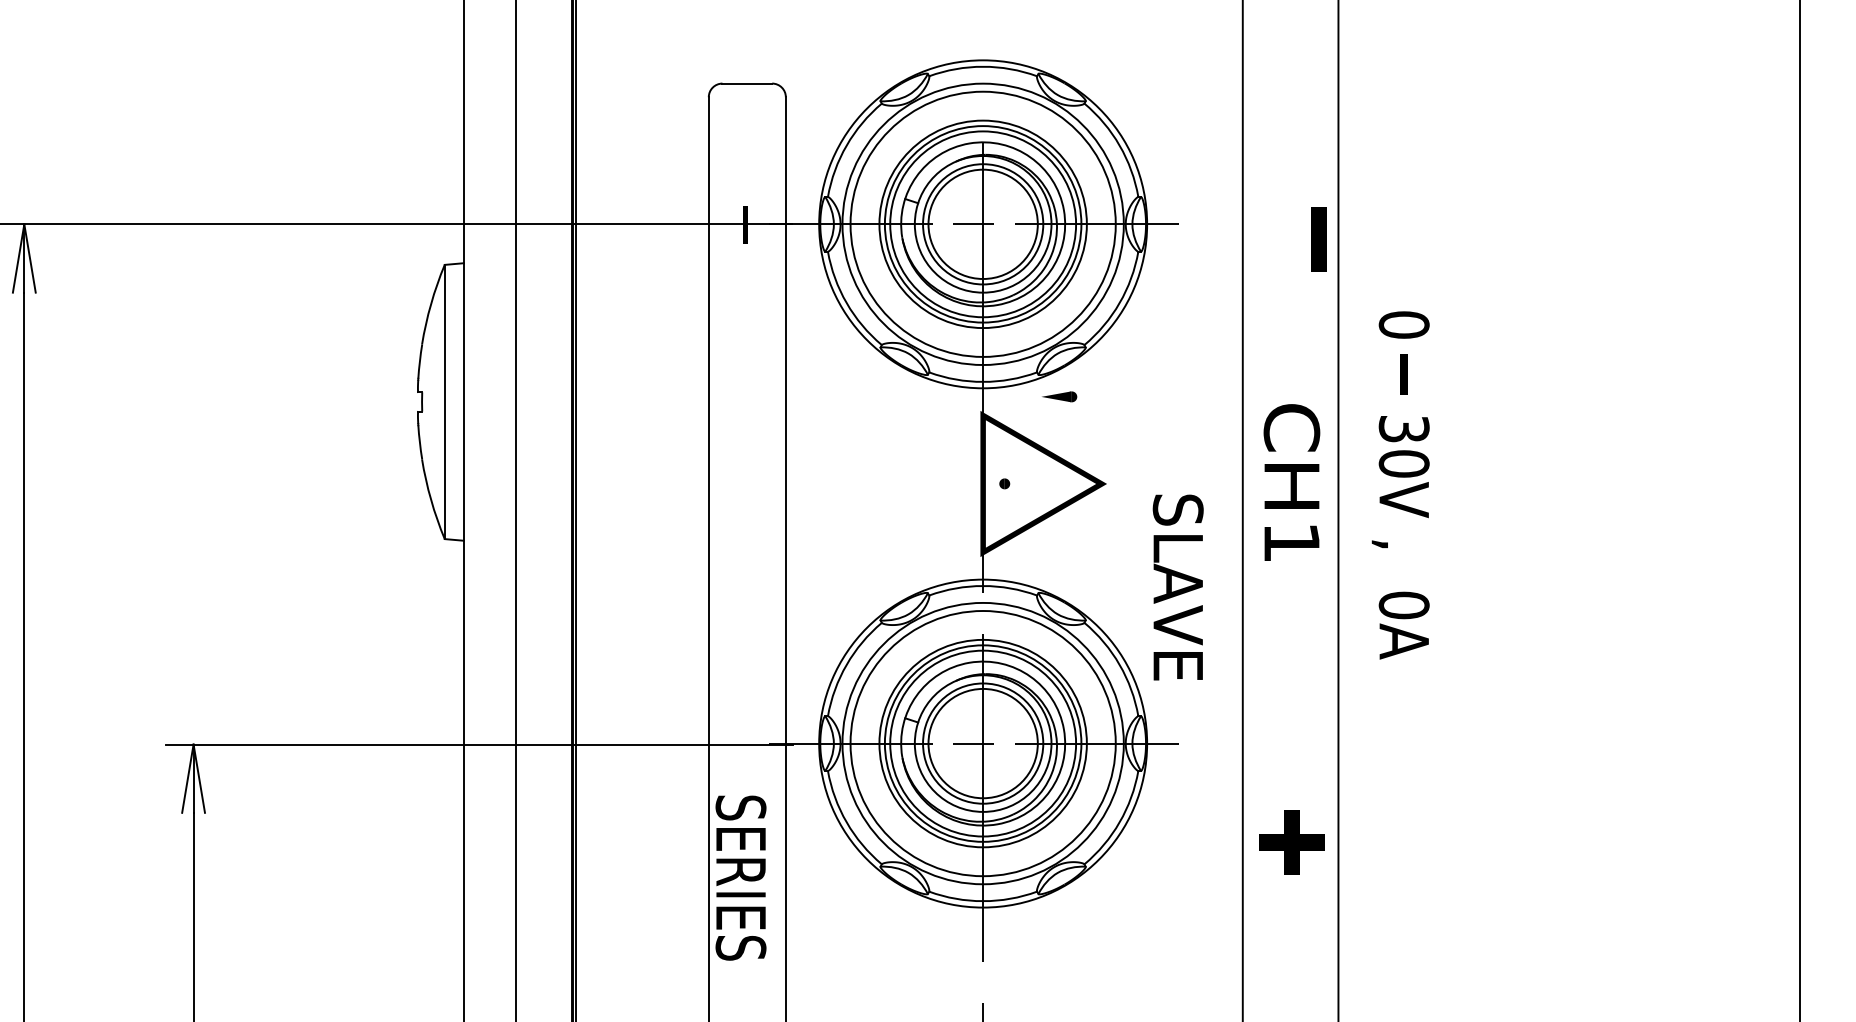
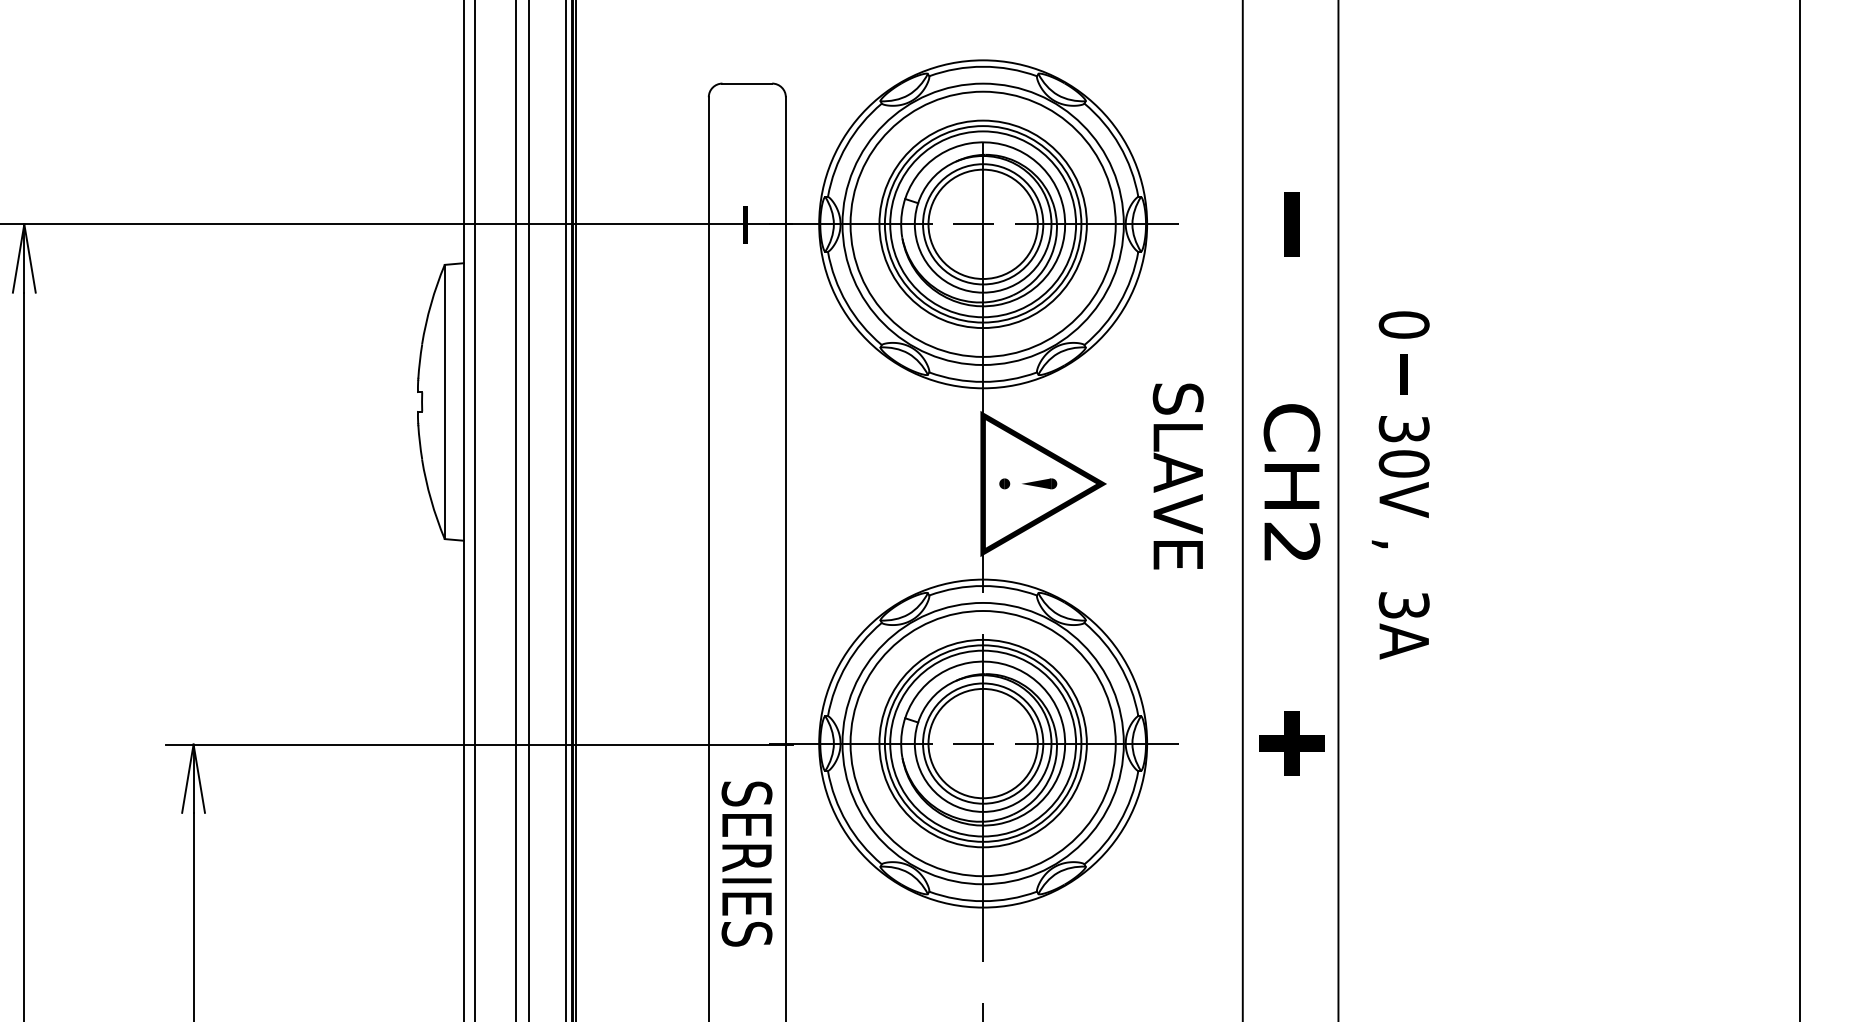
line at (1318, 239) position: (1318, 239) -> (1291, 224)
part at (1059, 396) position: (1059, 396) -> (1039, 483)
line at (475, 510): none -> present
line at (529, 510): none -> present
line at (566, 510): none -> present
text at (1292, 541): CH1 -> CH2
text at (1177, 587) position: (1177, 587) -> (1177, 476)
text at (1403, 605): 0A -> 3A
part at (1291, 842) position: (1291, 842) -> (1291, 743)
text at (740, 877) position: (740, 877) -> (746, 863)
